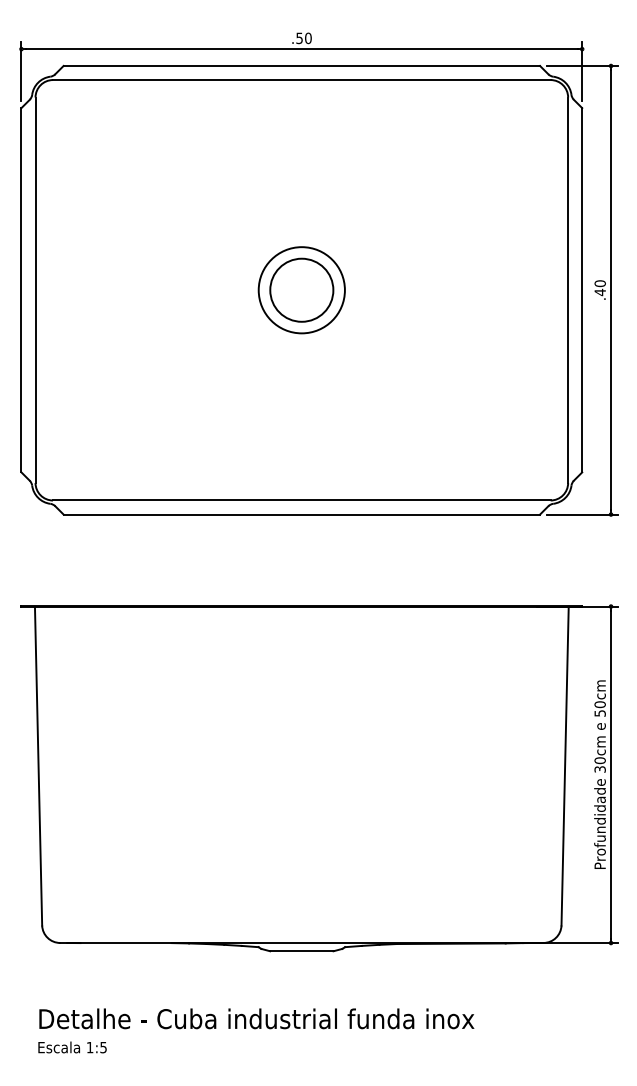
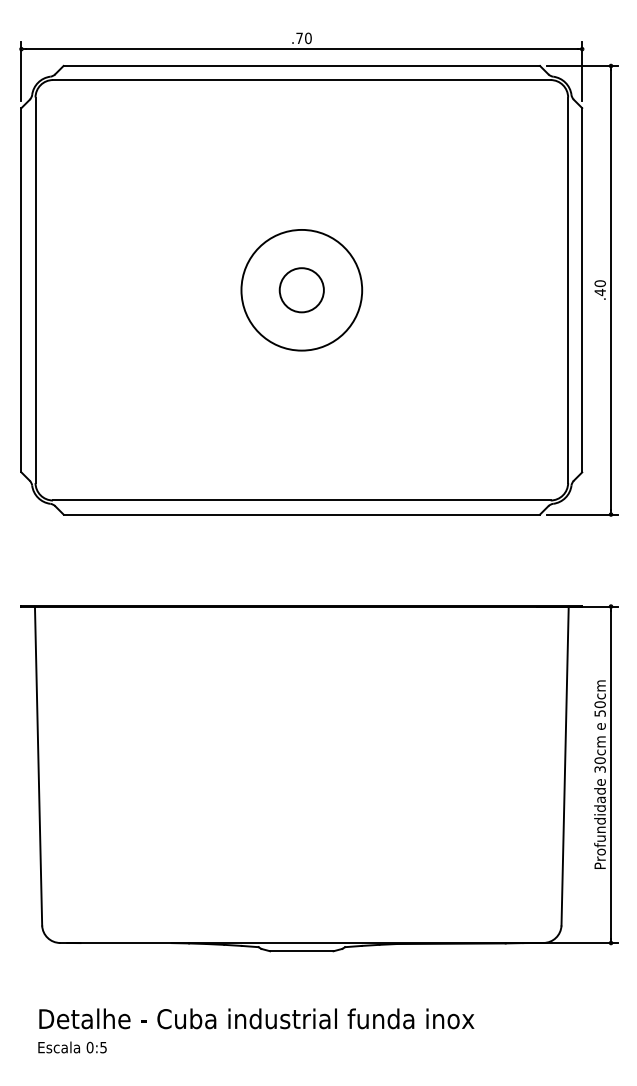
text at (299, 38): .50 -> .70
circle at (301, 289) diameter: 63 px -> 44 px
circle at (301, 290) diameter: 86 px -> 121 px
text at (89, 1047): 1:5 -> 0:5
